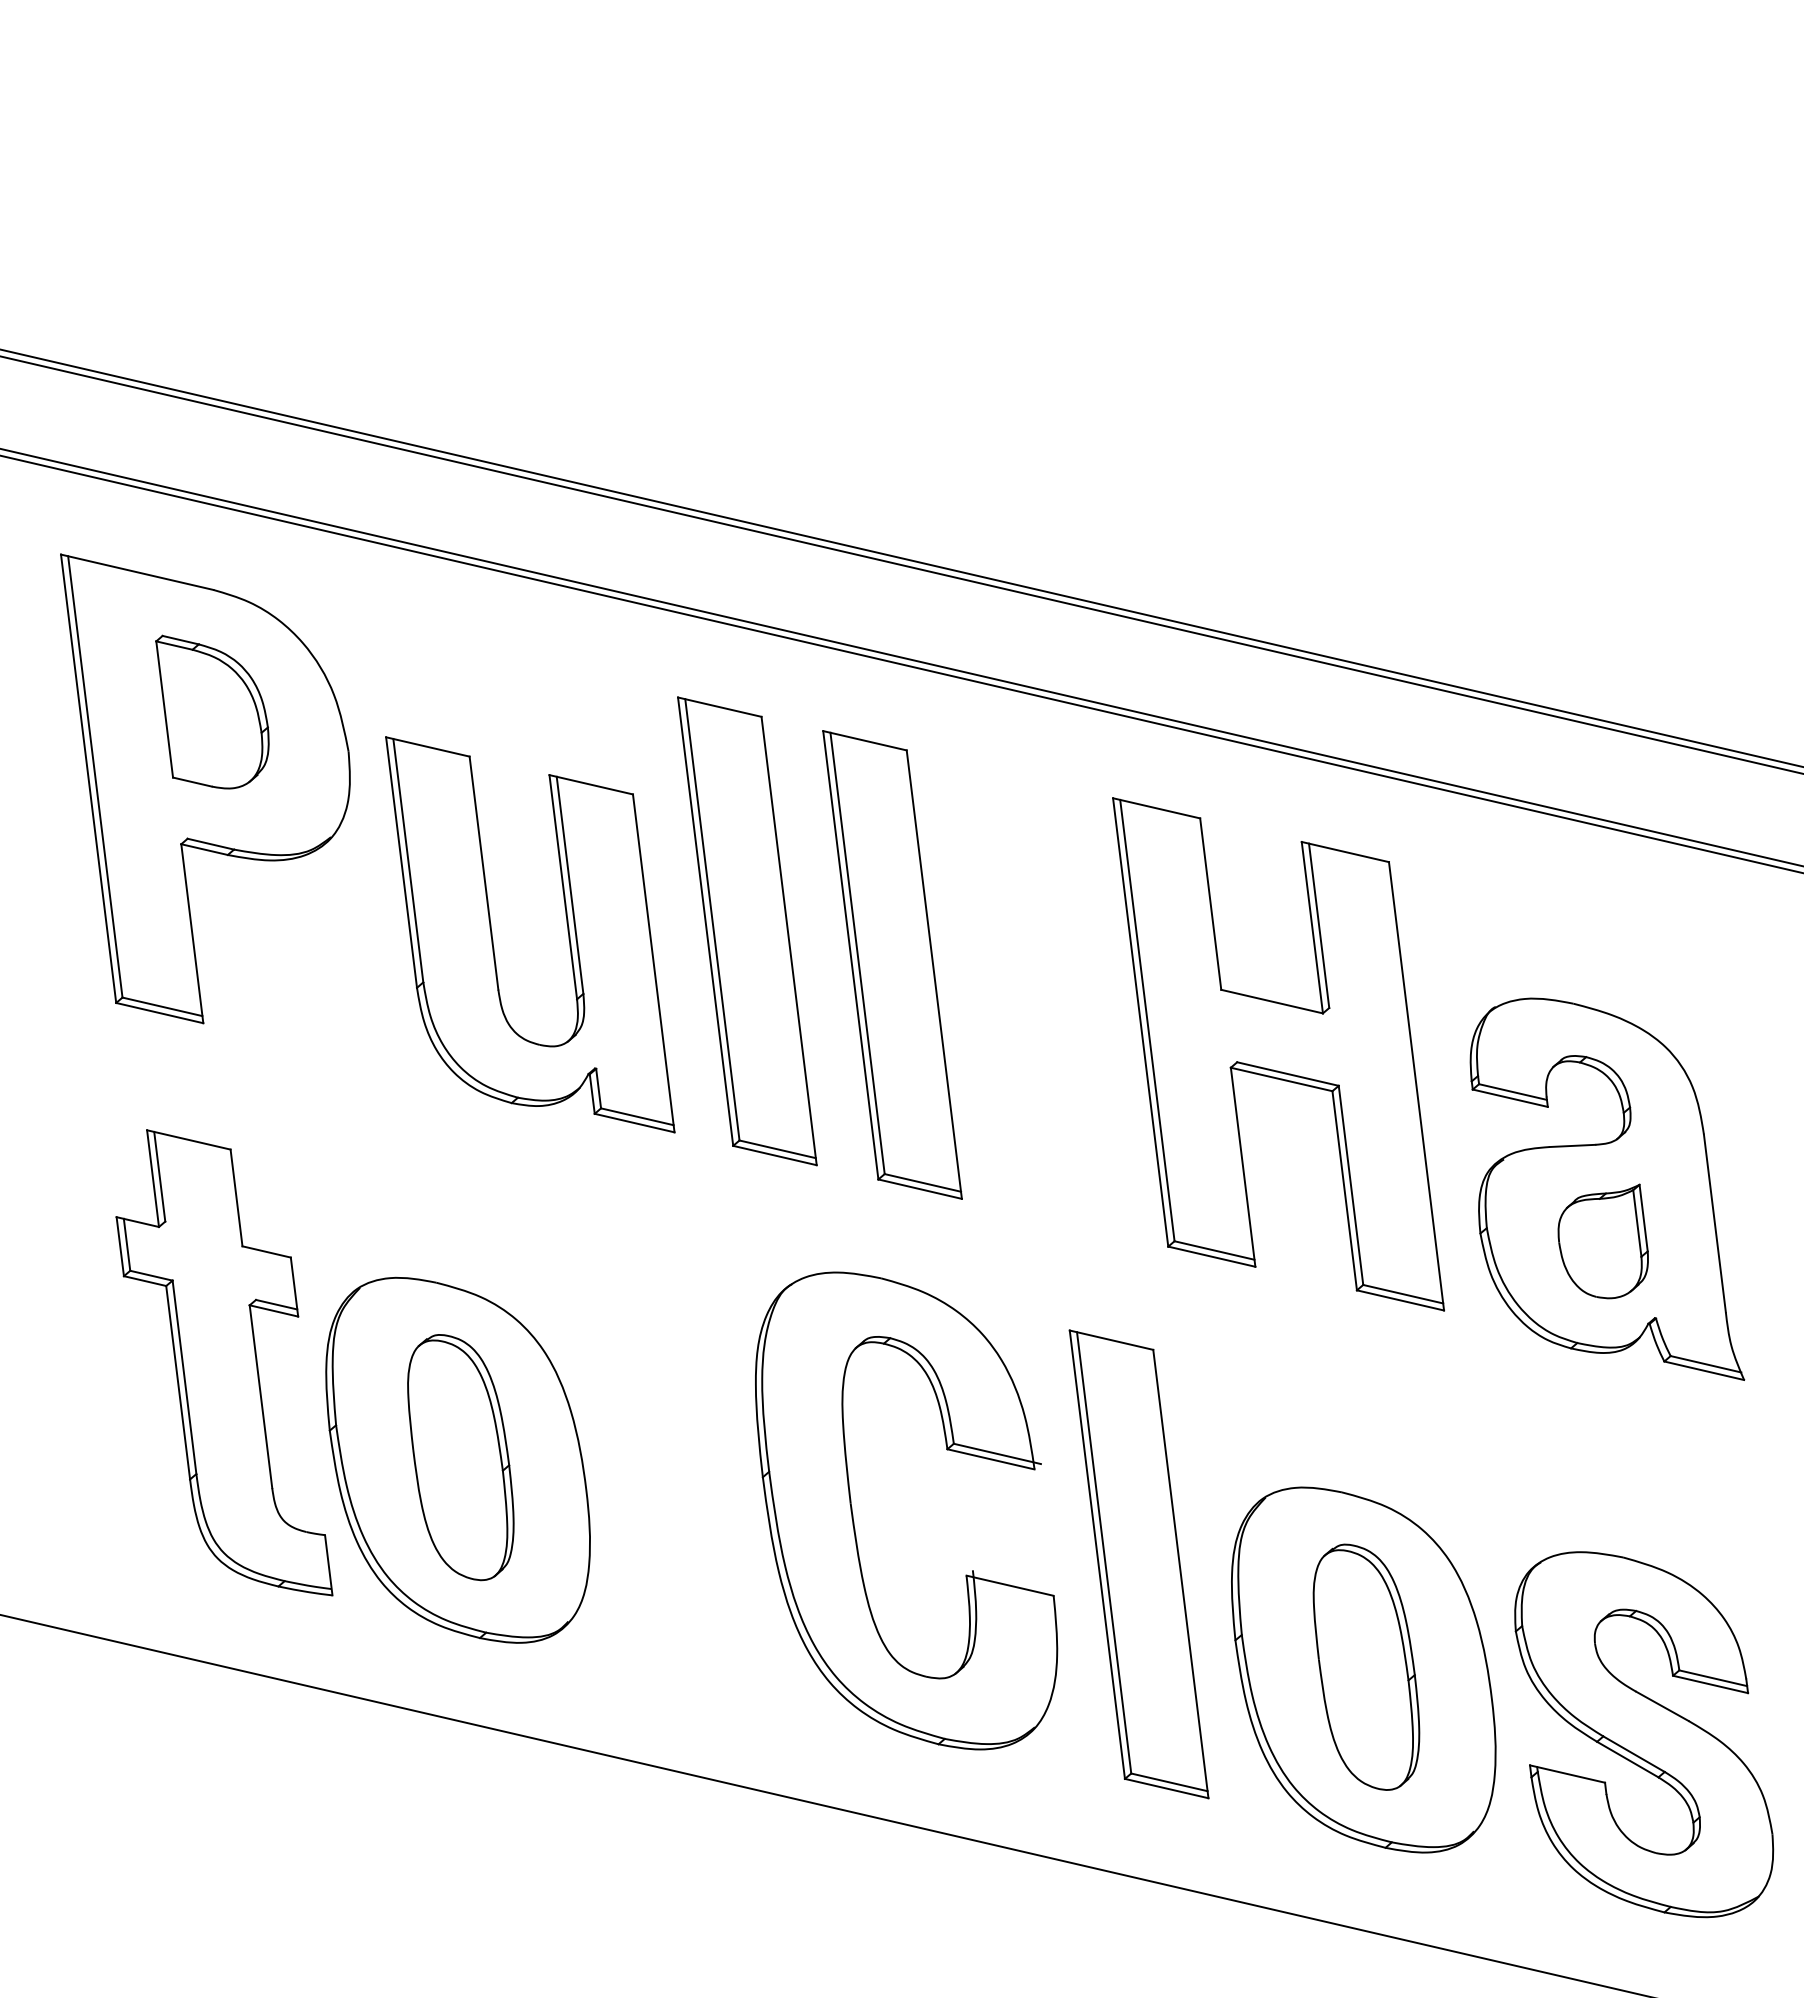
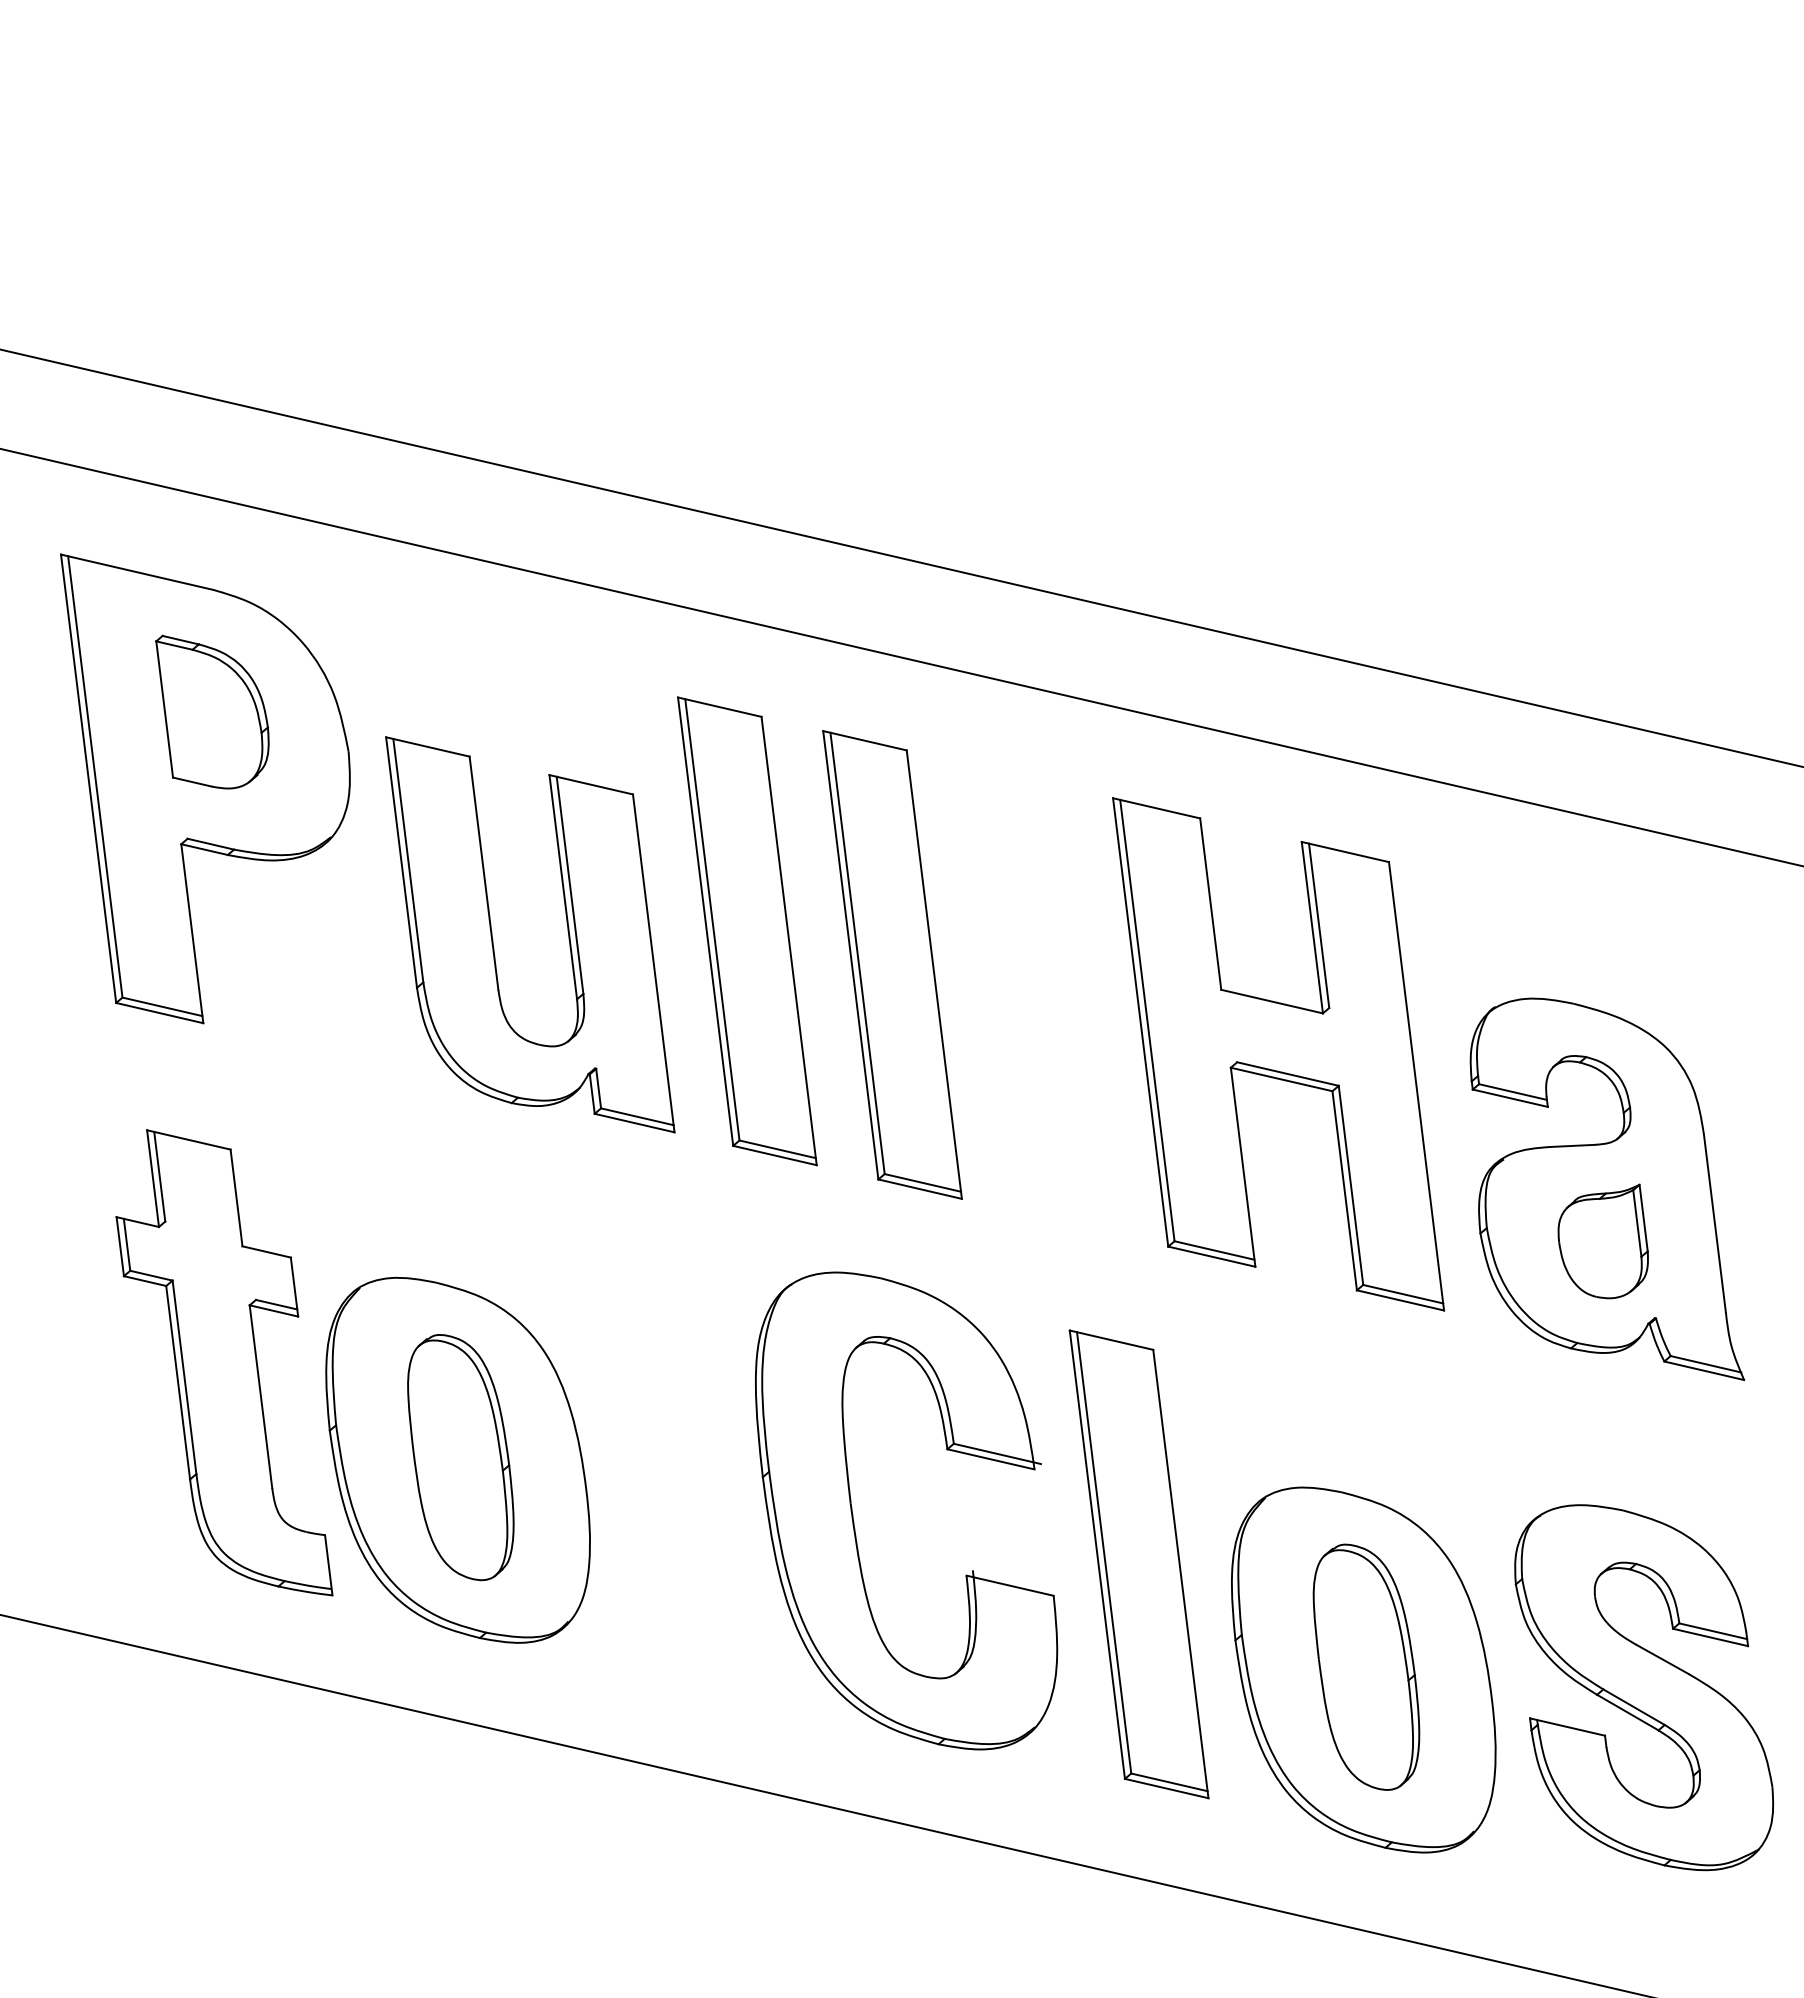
line at (901, 564): present -> none
line at (901, 664): present -> none
part at (1644, 1734) position: (1644, 1734) -> (1644, 1687)
